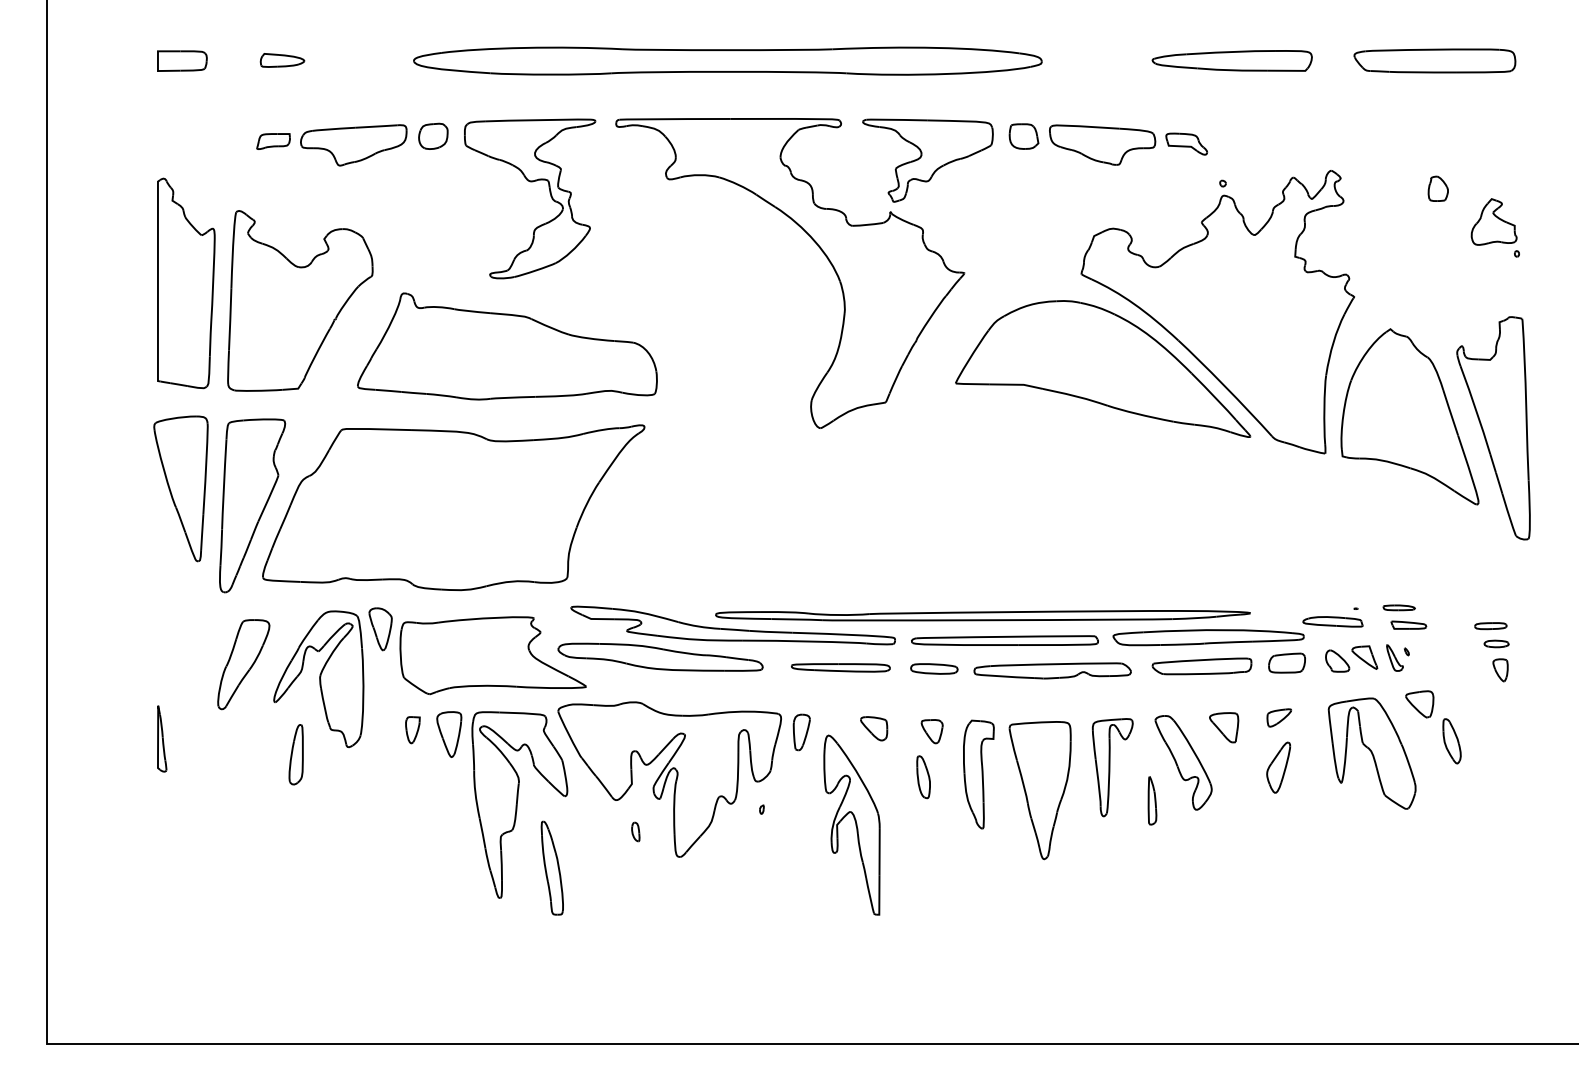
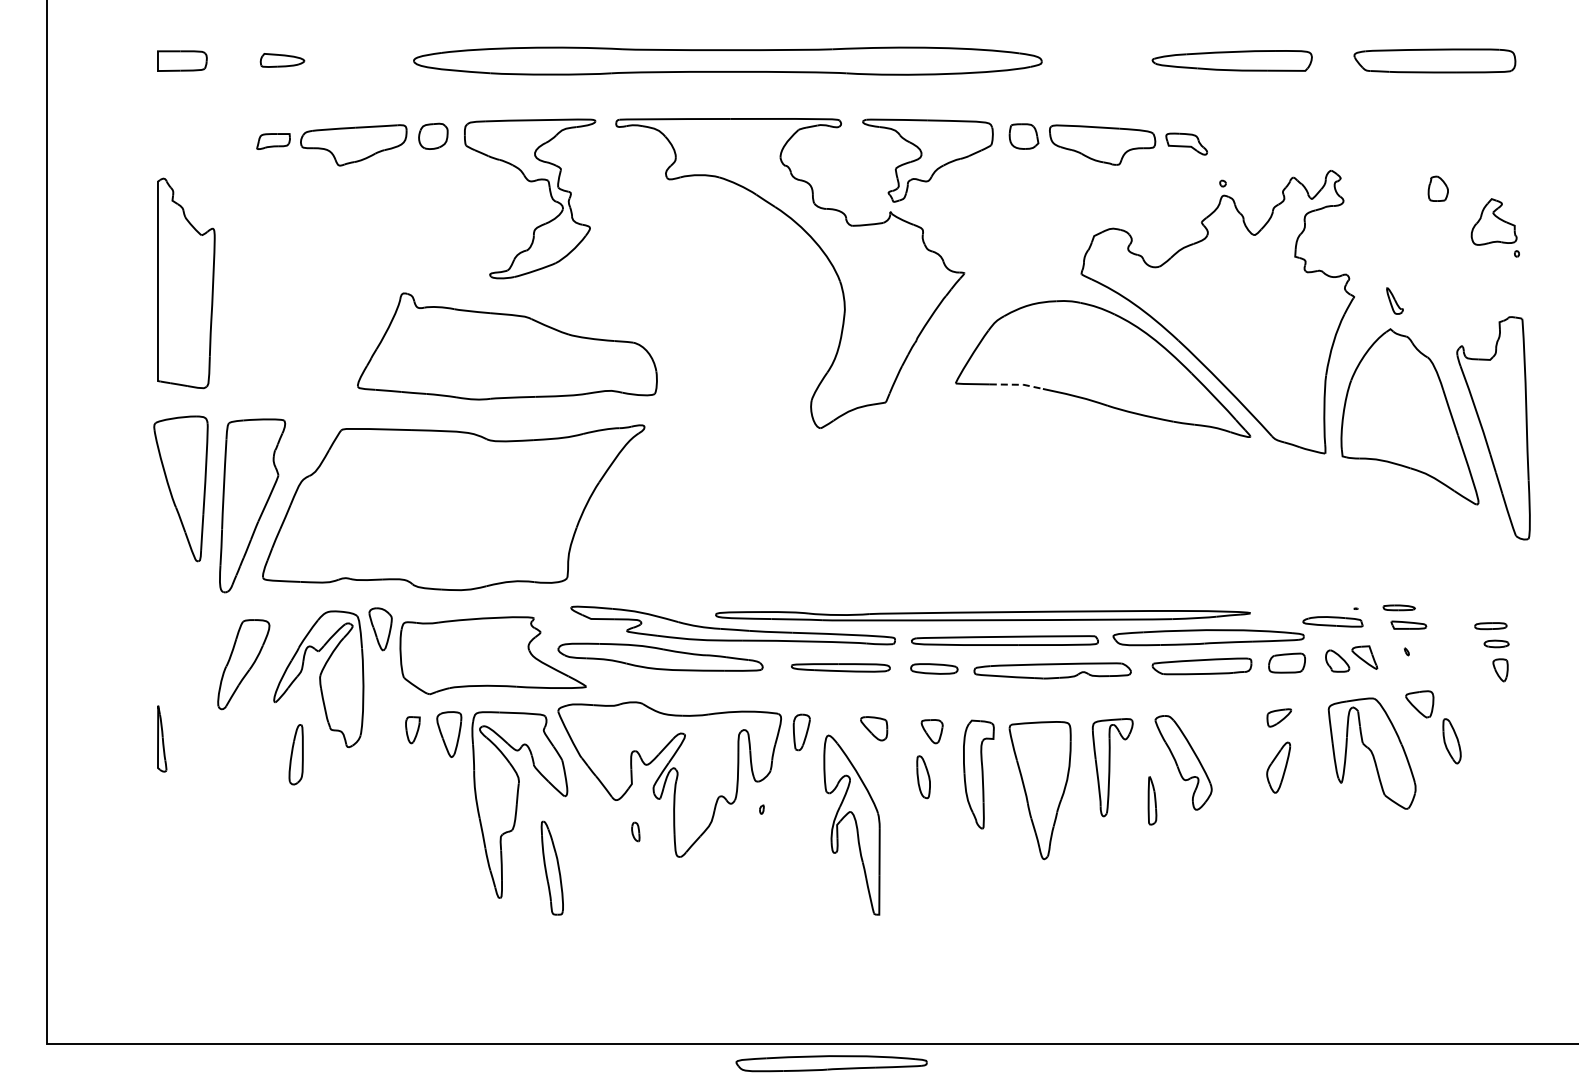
part at (300, 300): present -> none
line at (1017, 384): solid -> dashed
part at (1394, 657) position: (1394, 657) -> (1394, 300)
part at (1224, 727): present -> none
part at (831, 1063): none -> present
